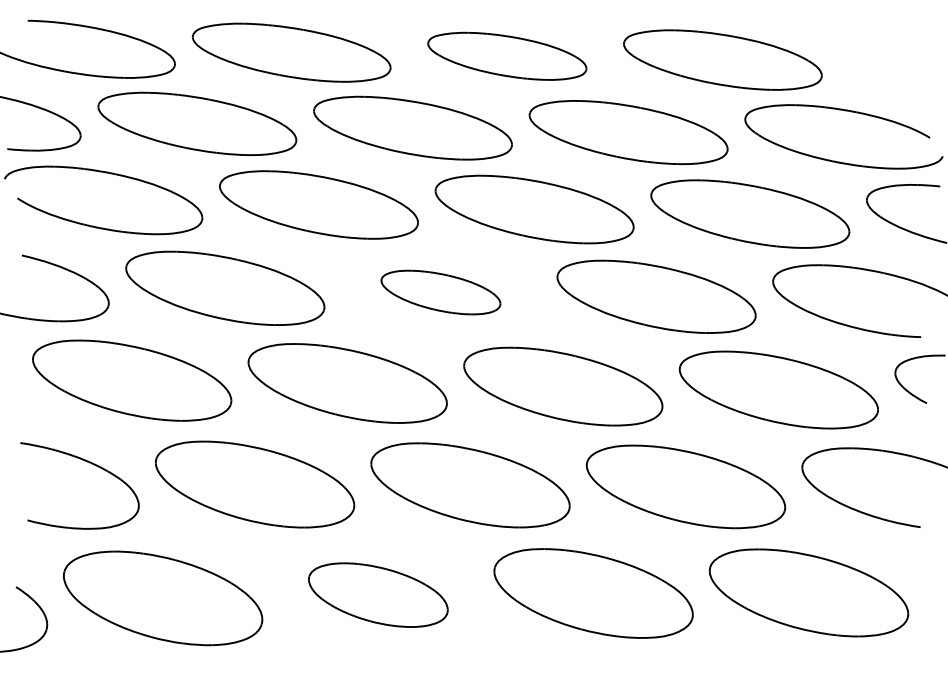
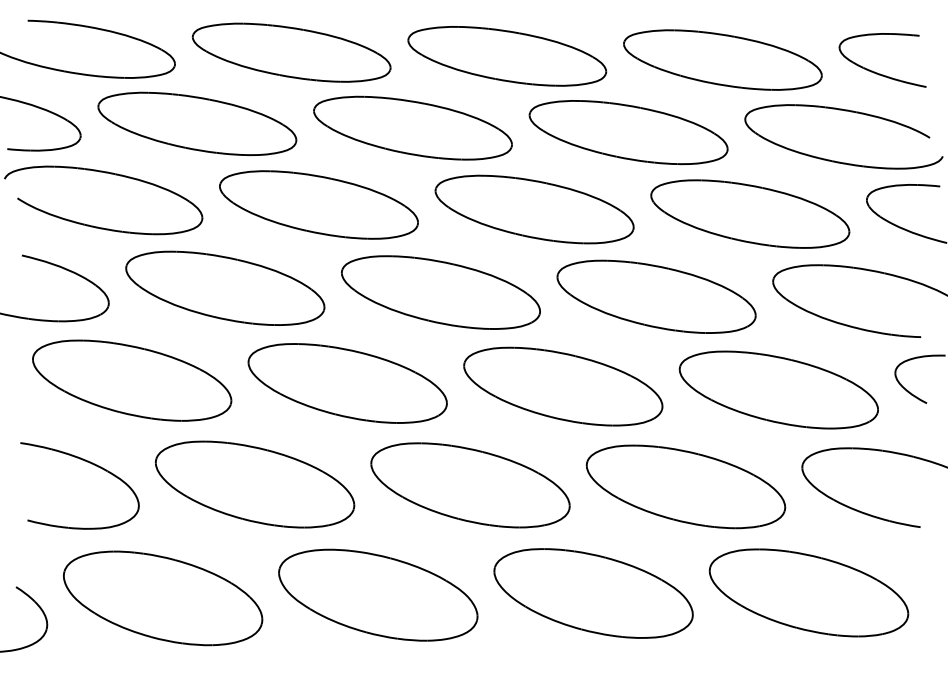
part at (507, 55) size: 161x50 px -> 201x61 px
part at (877, 72): none -> present
part at (440, 292) size: 122x47 px -> 200x75 px
part at (378, 594) size: 141x66 px -> 201x94 px
